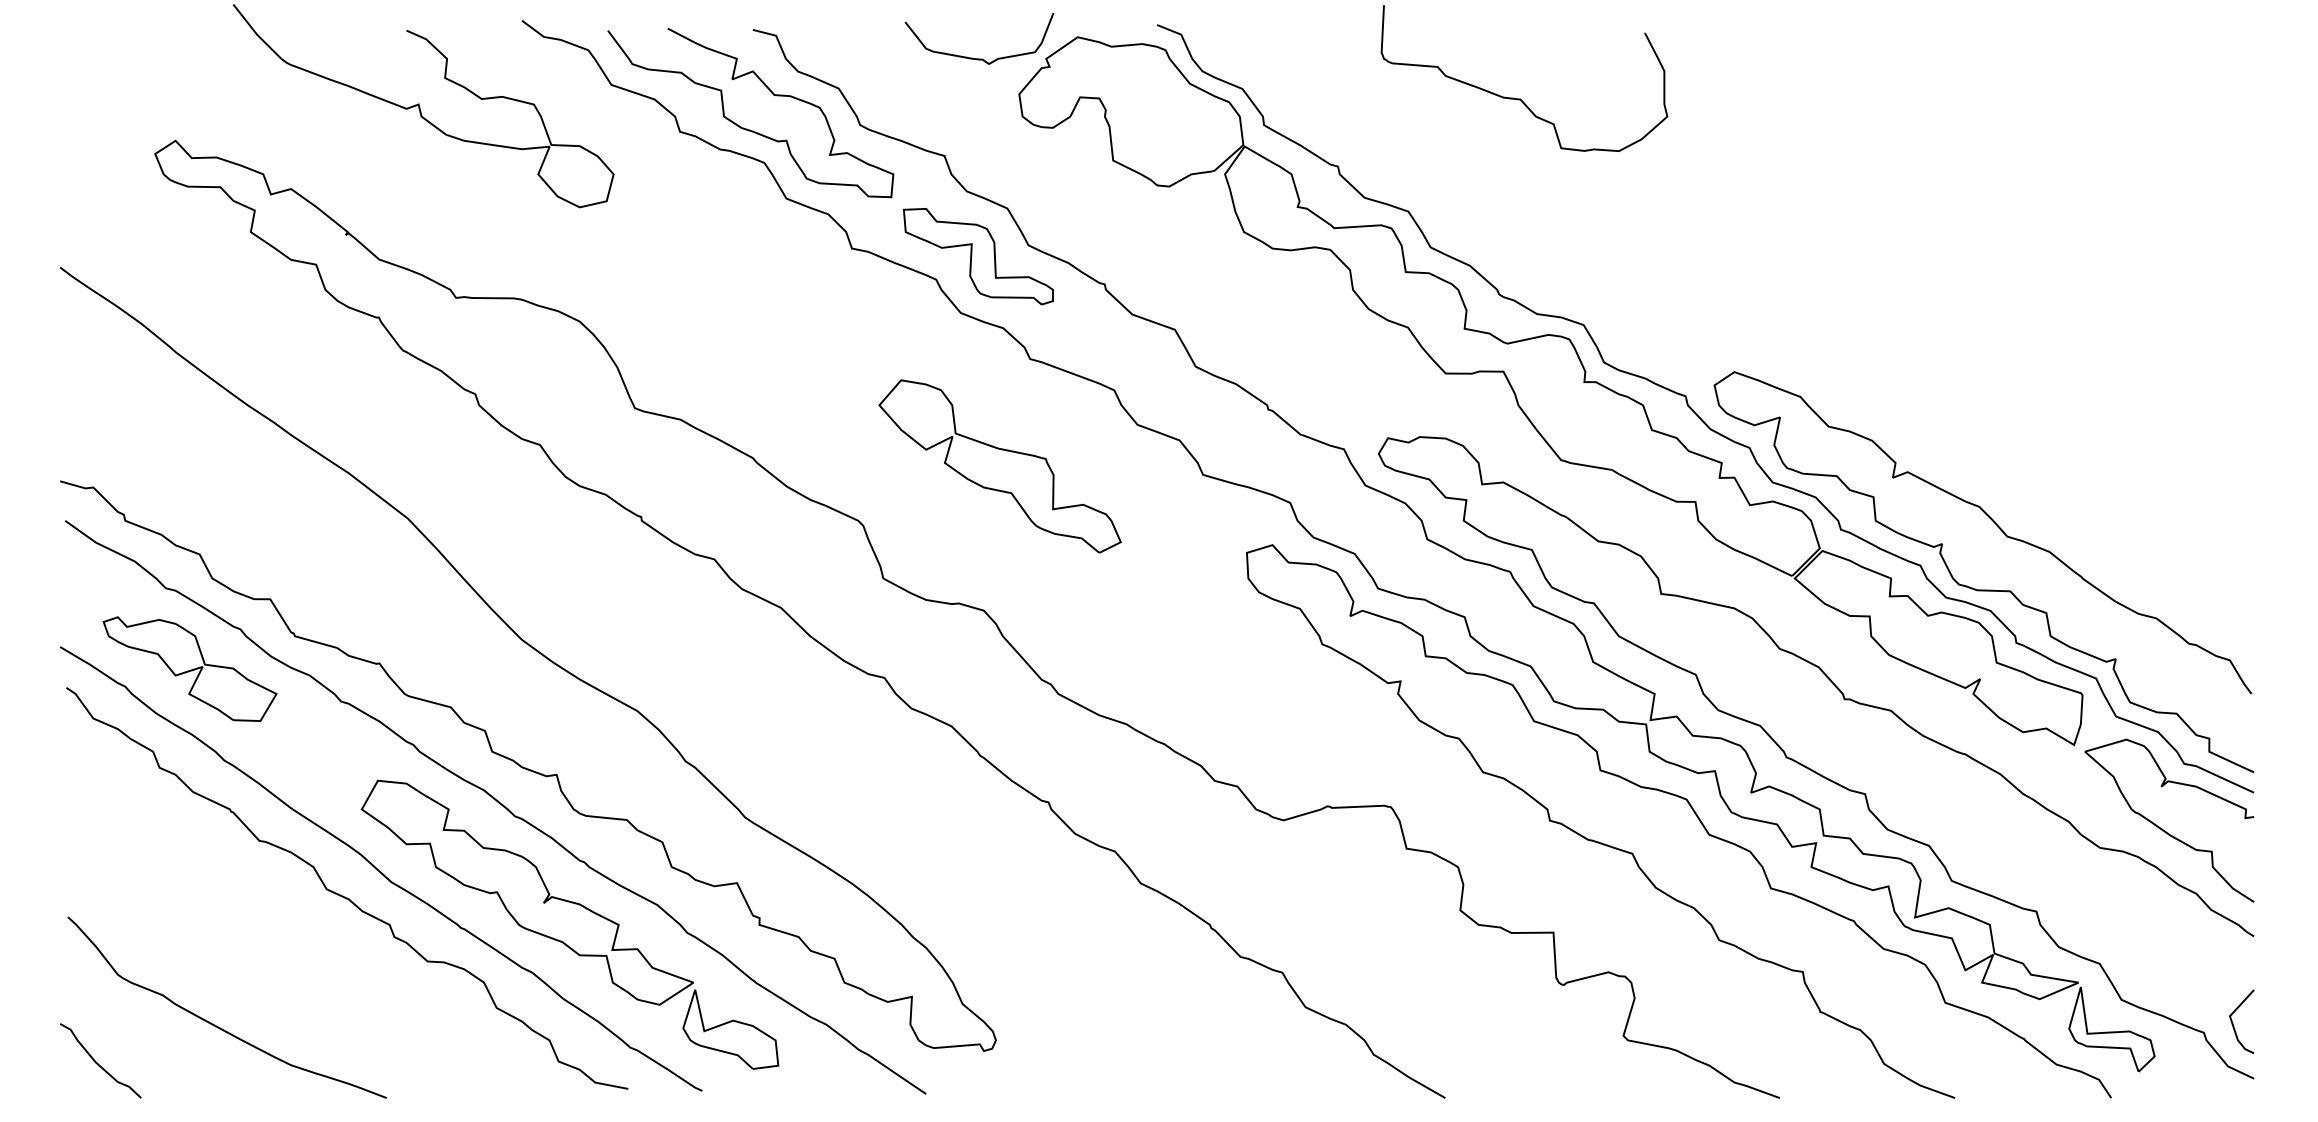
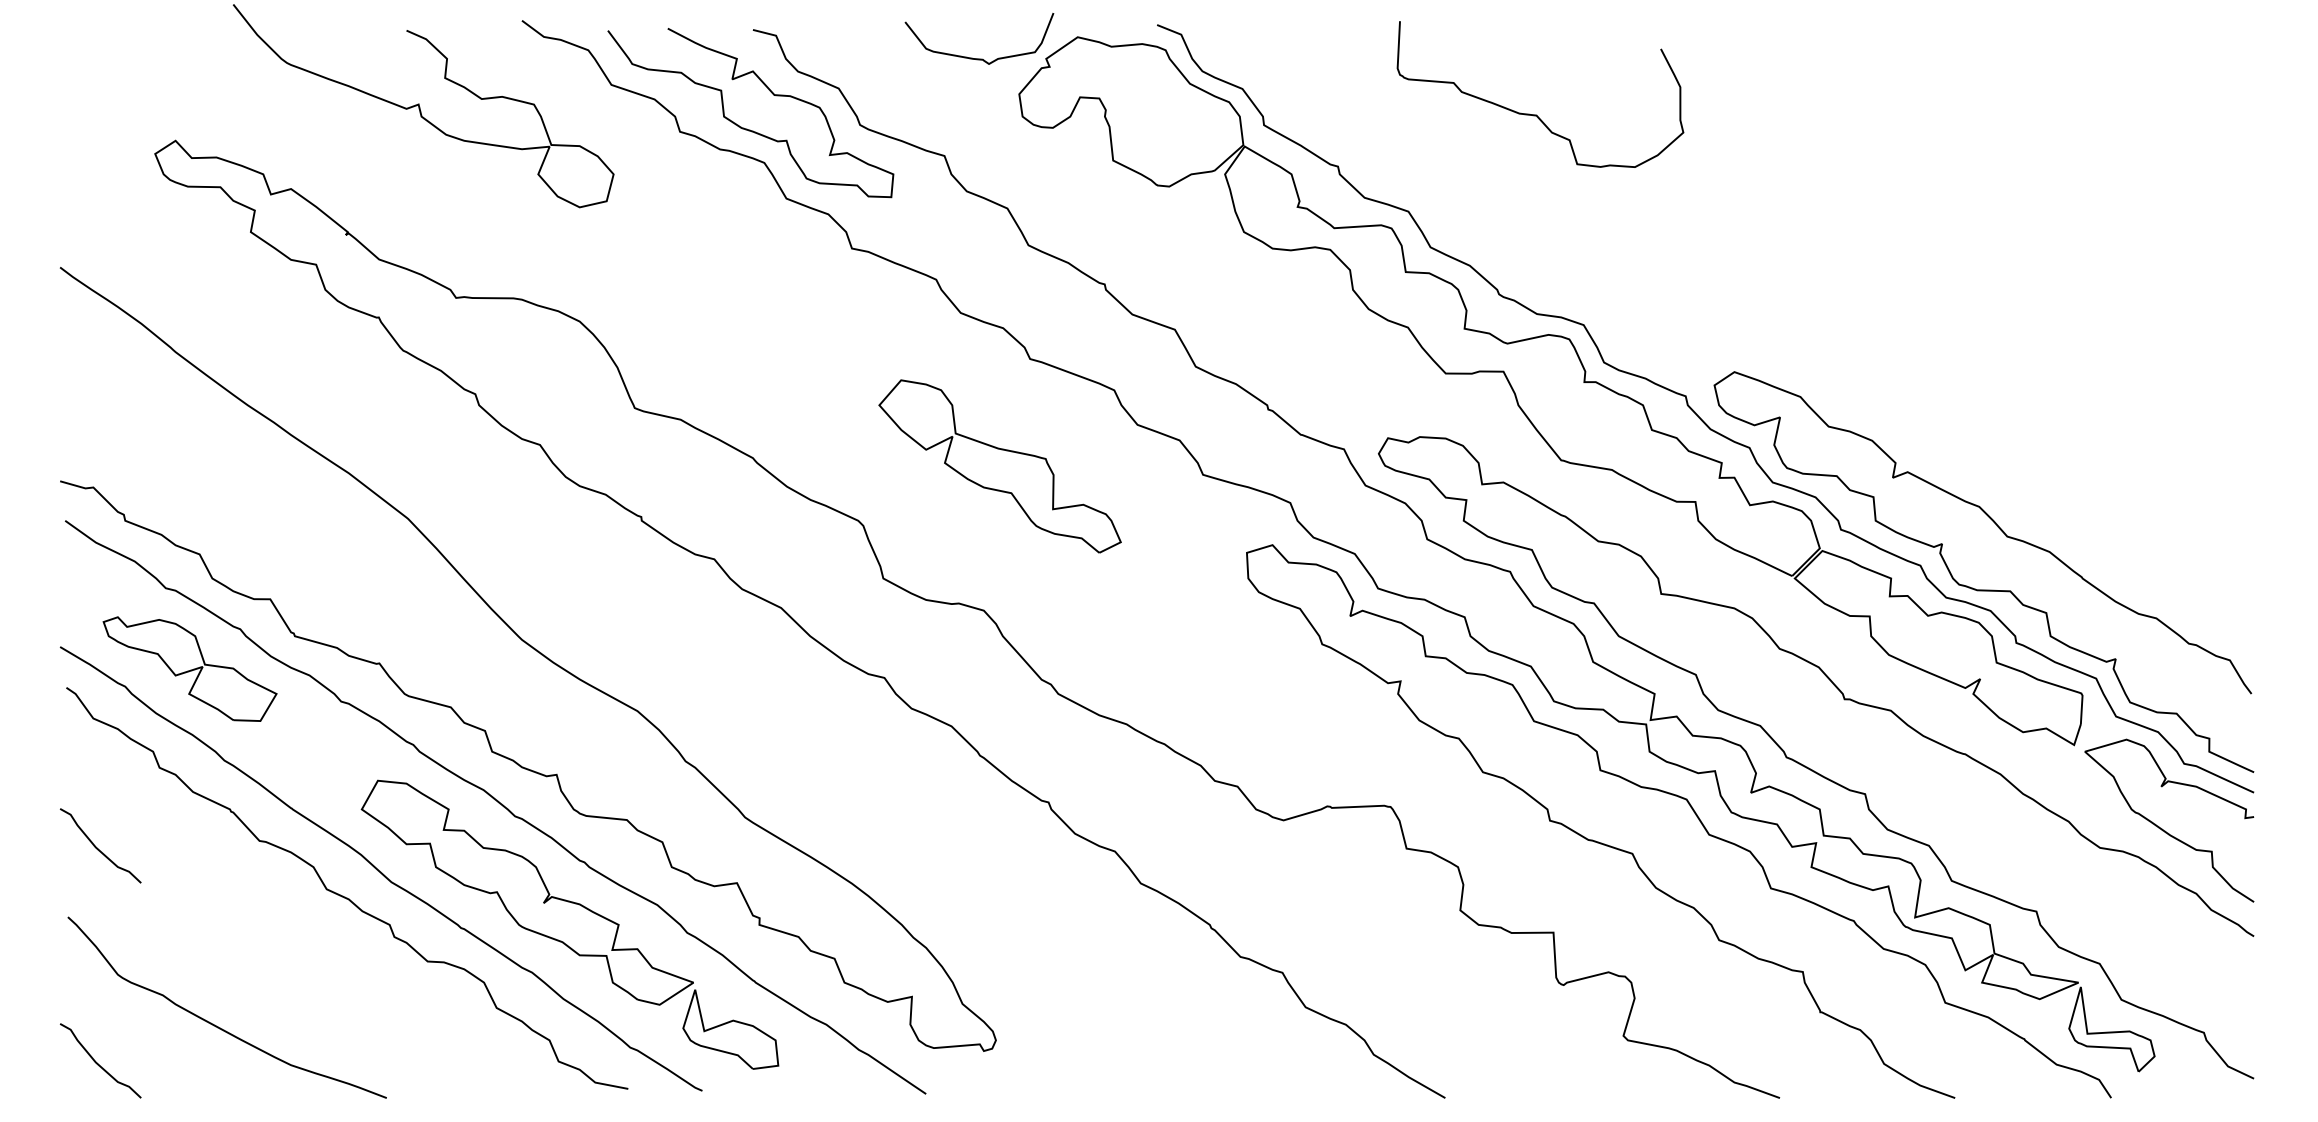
curve at (1520, 98) position: (1520, 98) -> (1536, 114)
part at (978, 256): present -> none
curve at (97, 847): none -> present
line at (2233, 1023): present -> none
